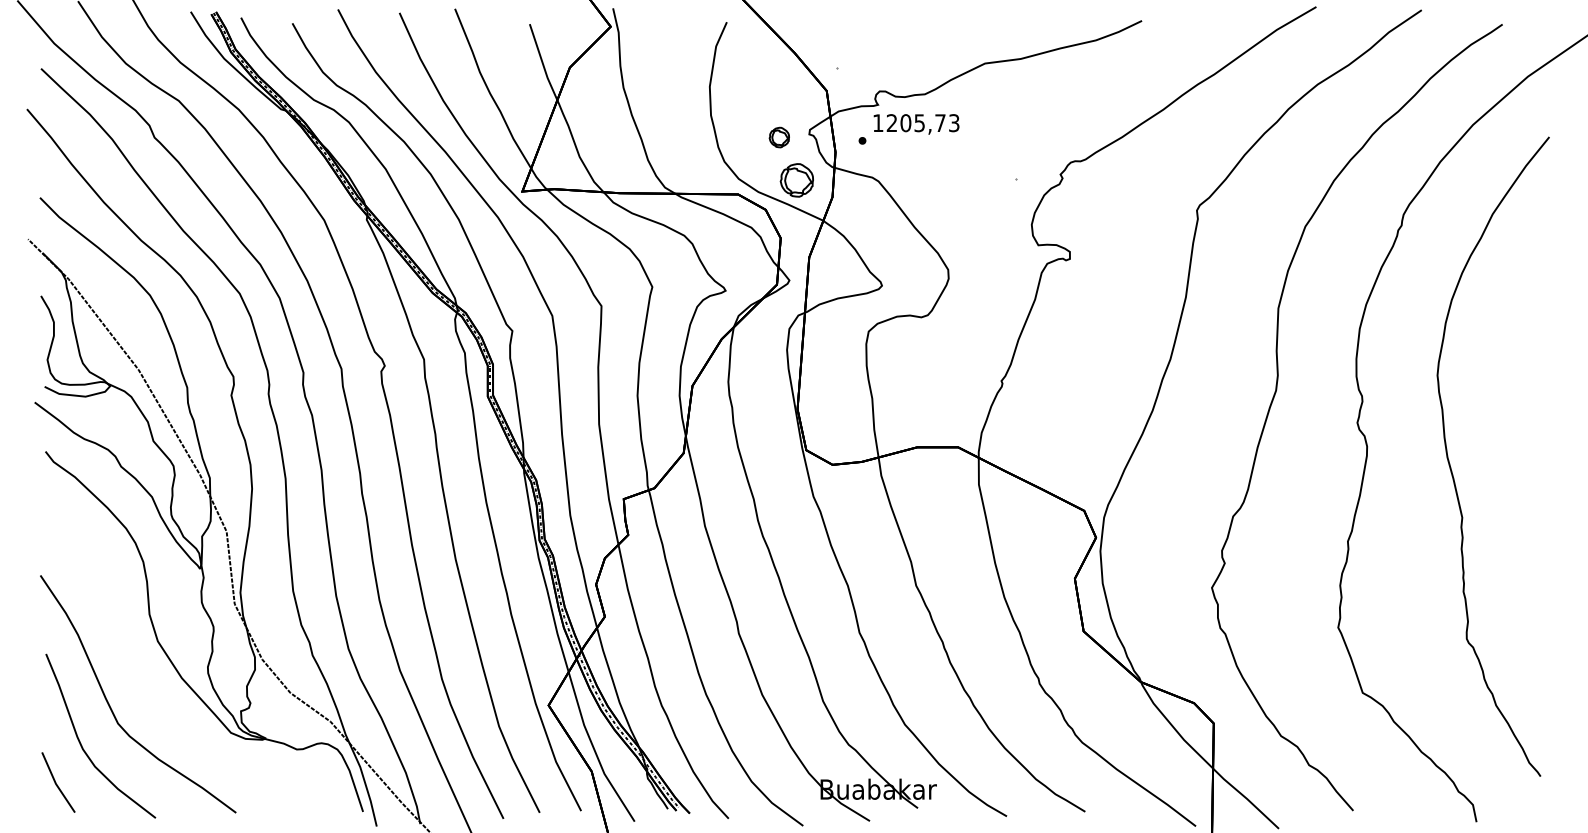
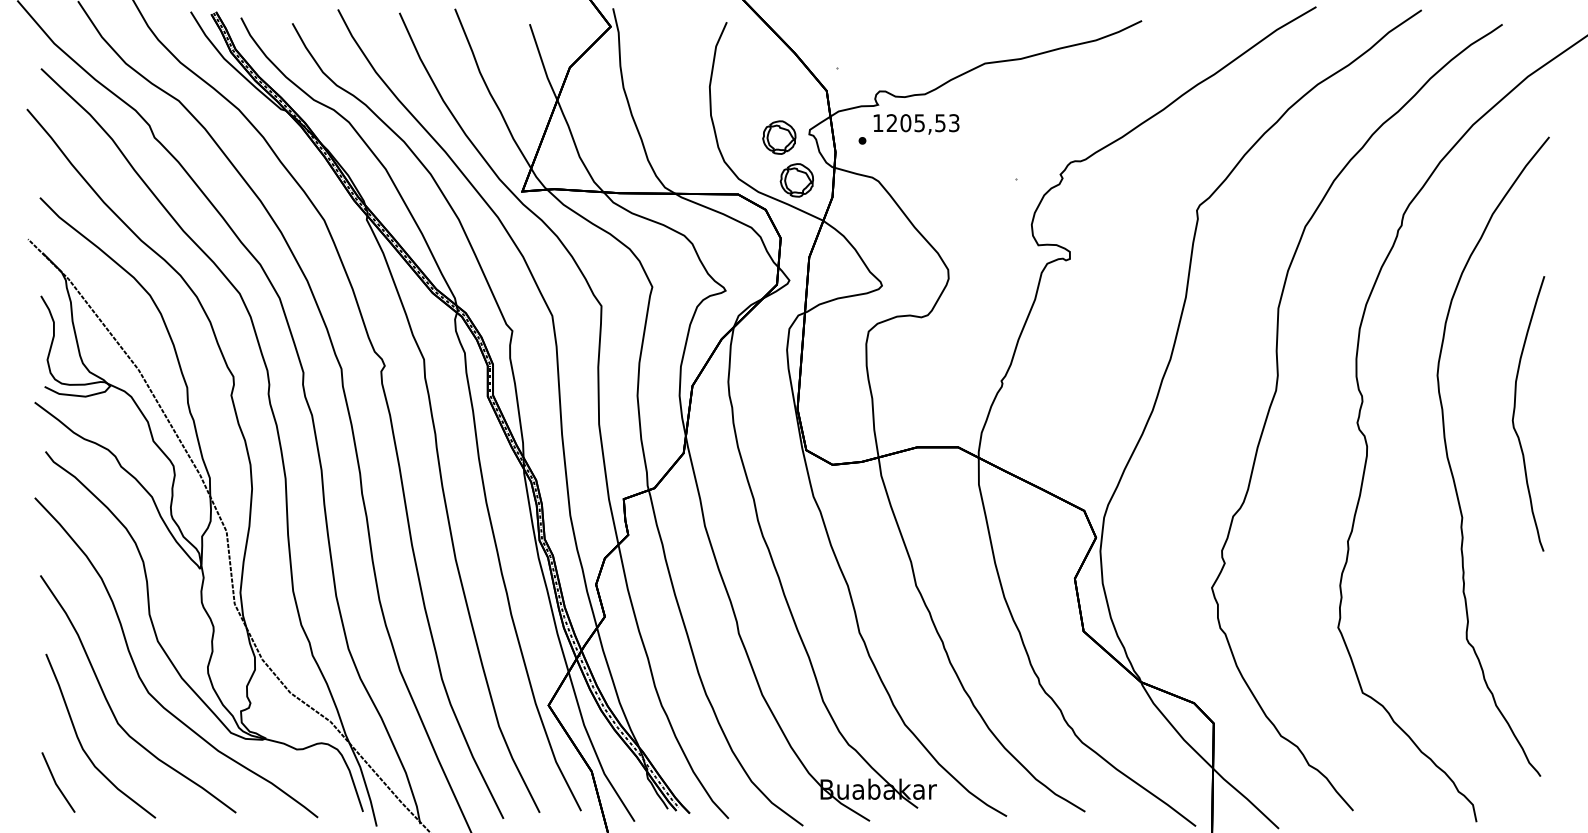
text at (940, 123): 1205,73 -> 1205,53
part at (778, 137) size: 22x23 px -> 35x35 px
curve at (1515, 410): none -> present
curve at (138, 671): none -> present
